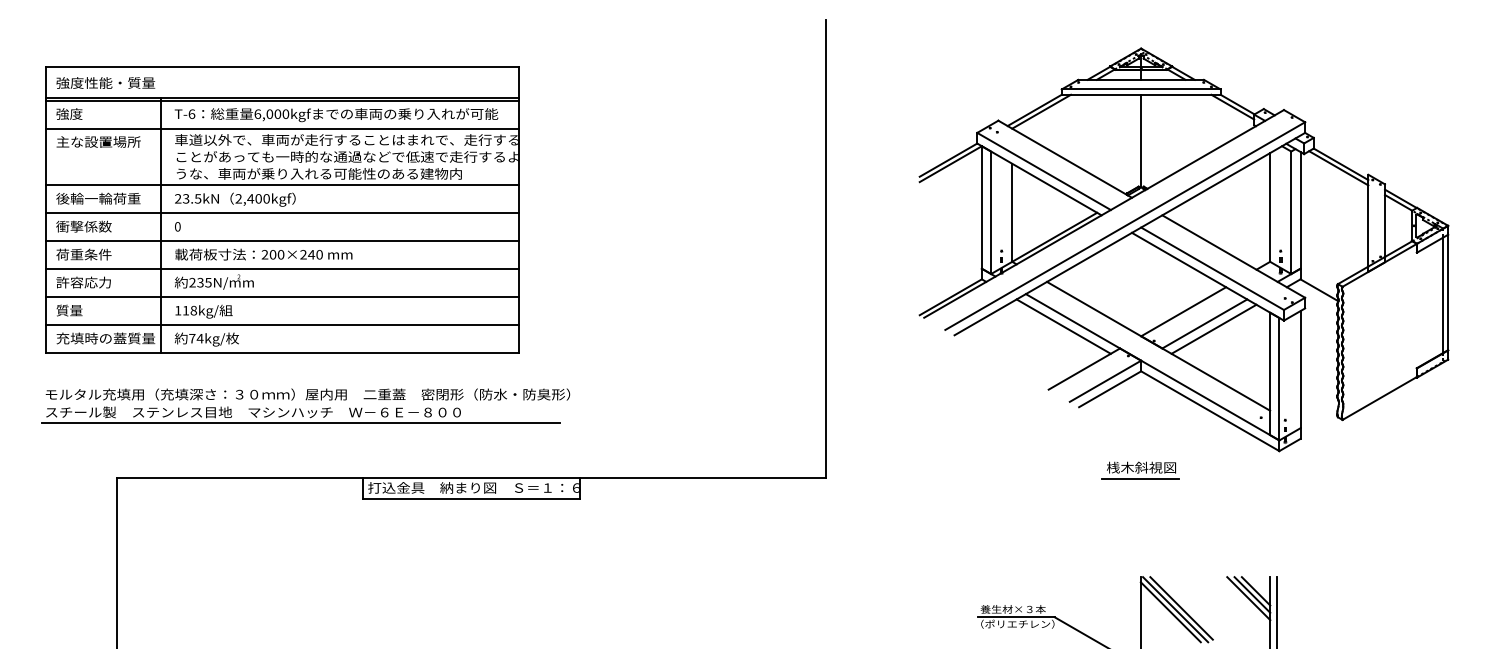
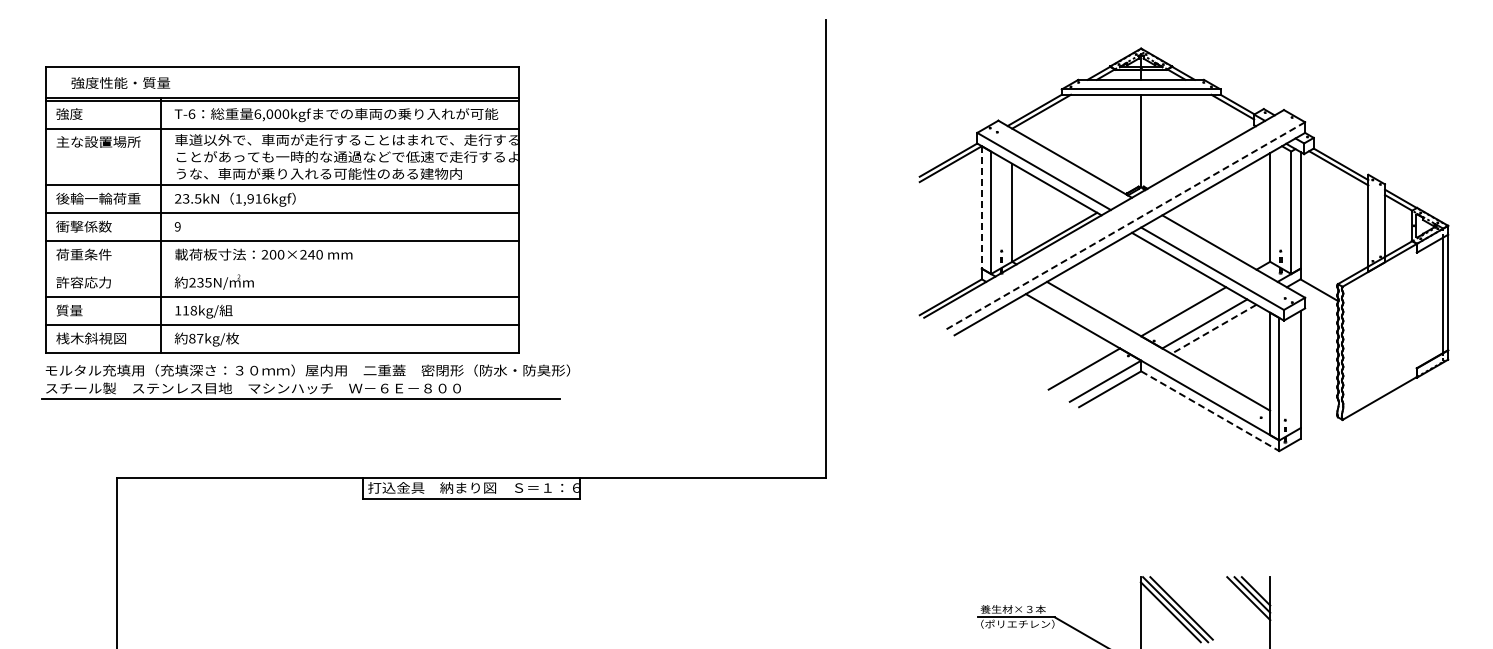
text at (105, 82) position: (105, 82) -> (120, 82)
text at (252, 198): 2,400kgf -> 1,916kgf
line at (981, 207): solid -> dashed
text at (177, 226): 0 -> 9
line at (1125, 226): solid -> dashed
line at (282, 269): present -> none
line at (1063, 326): present -> none
line at (1213, 329): solid -> dashed
text at (105, 338): 充填時の蓋質量 -> 桟木斜視図
text at (196, 338): 74kg/ -> 87kg/
part at (305, 405) position: (305, 405) -> (305, 381)
line at (1210, 411): solid -> dashed
part at (1140, 470): present -> none
line at (1276, 611): present -> none
